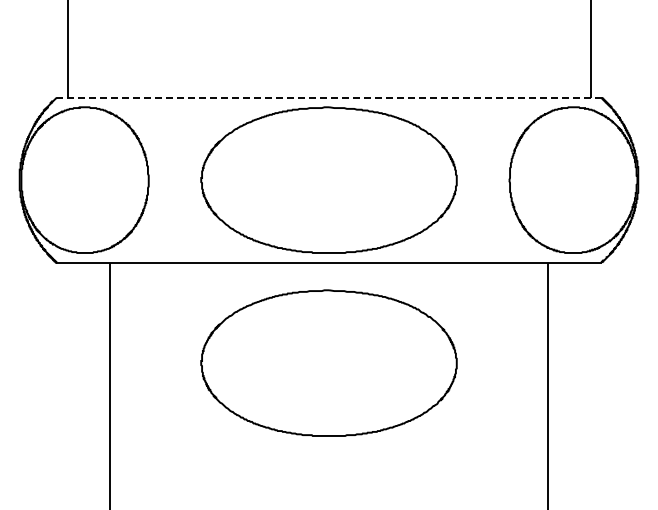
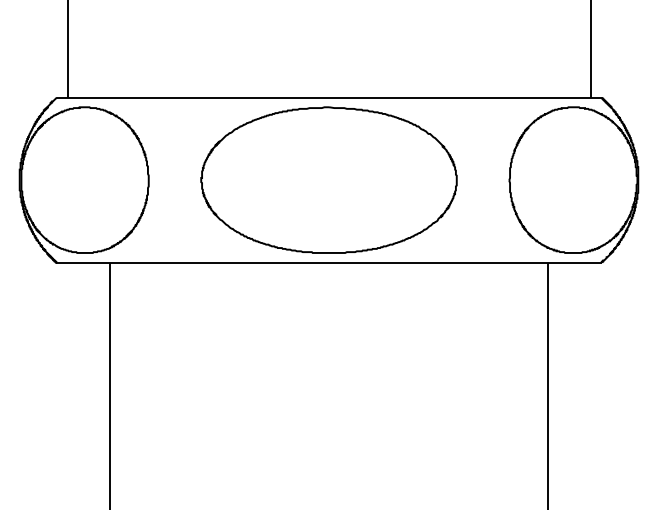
line at (328, 98): dashed -> solid
part at (328, 362): present -> none
